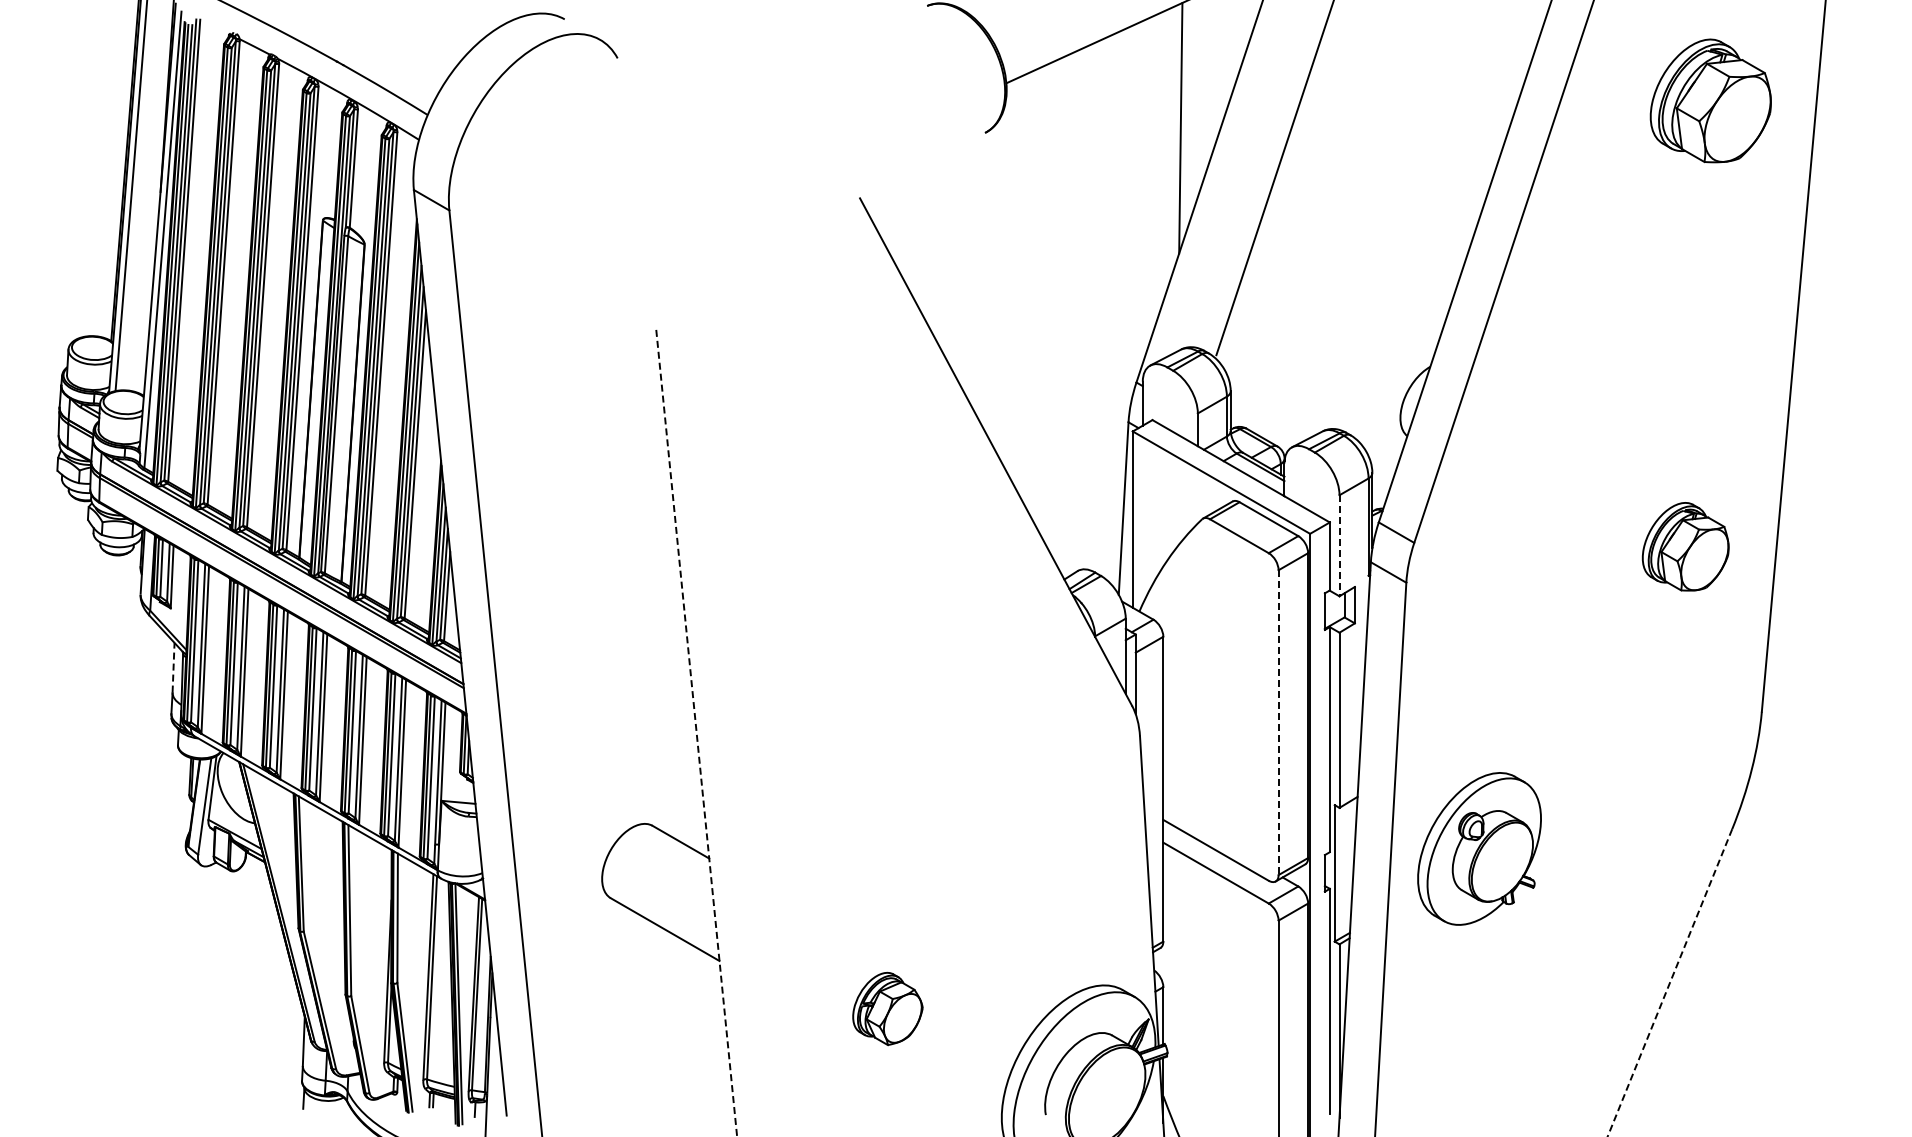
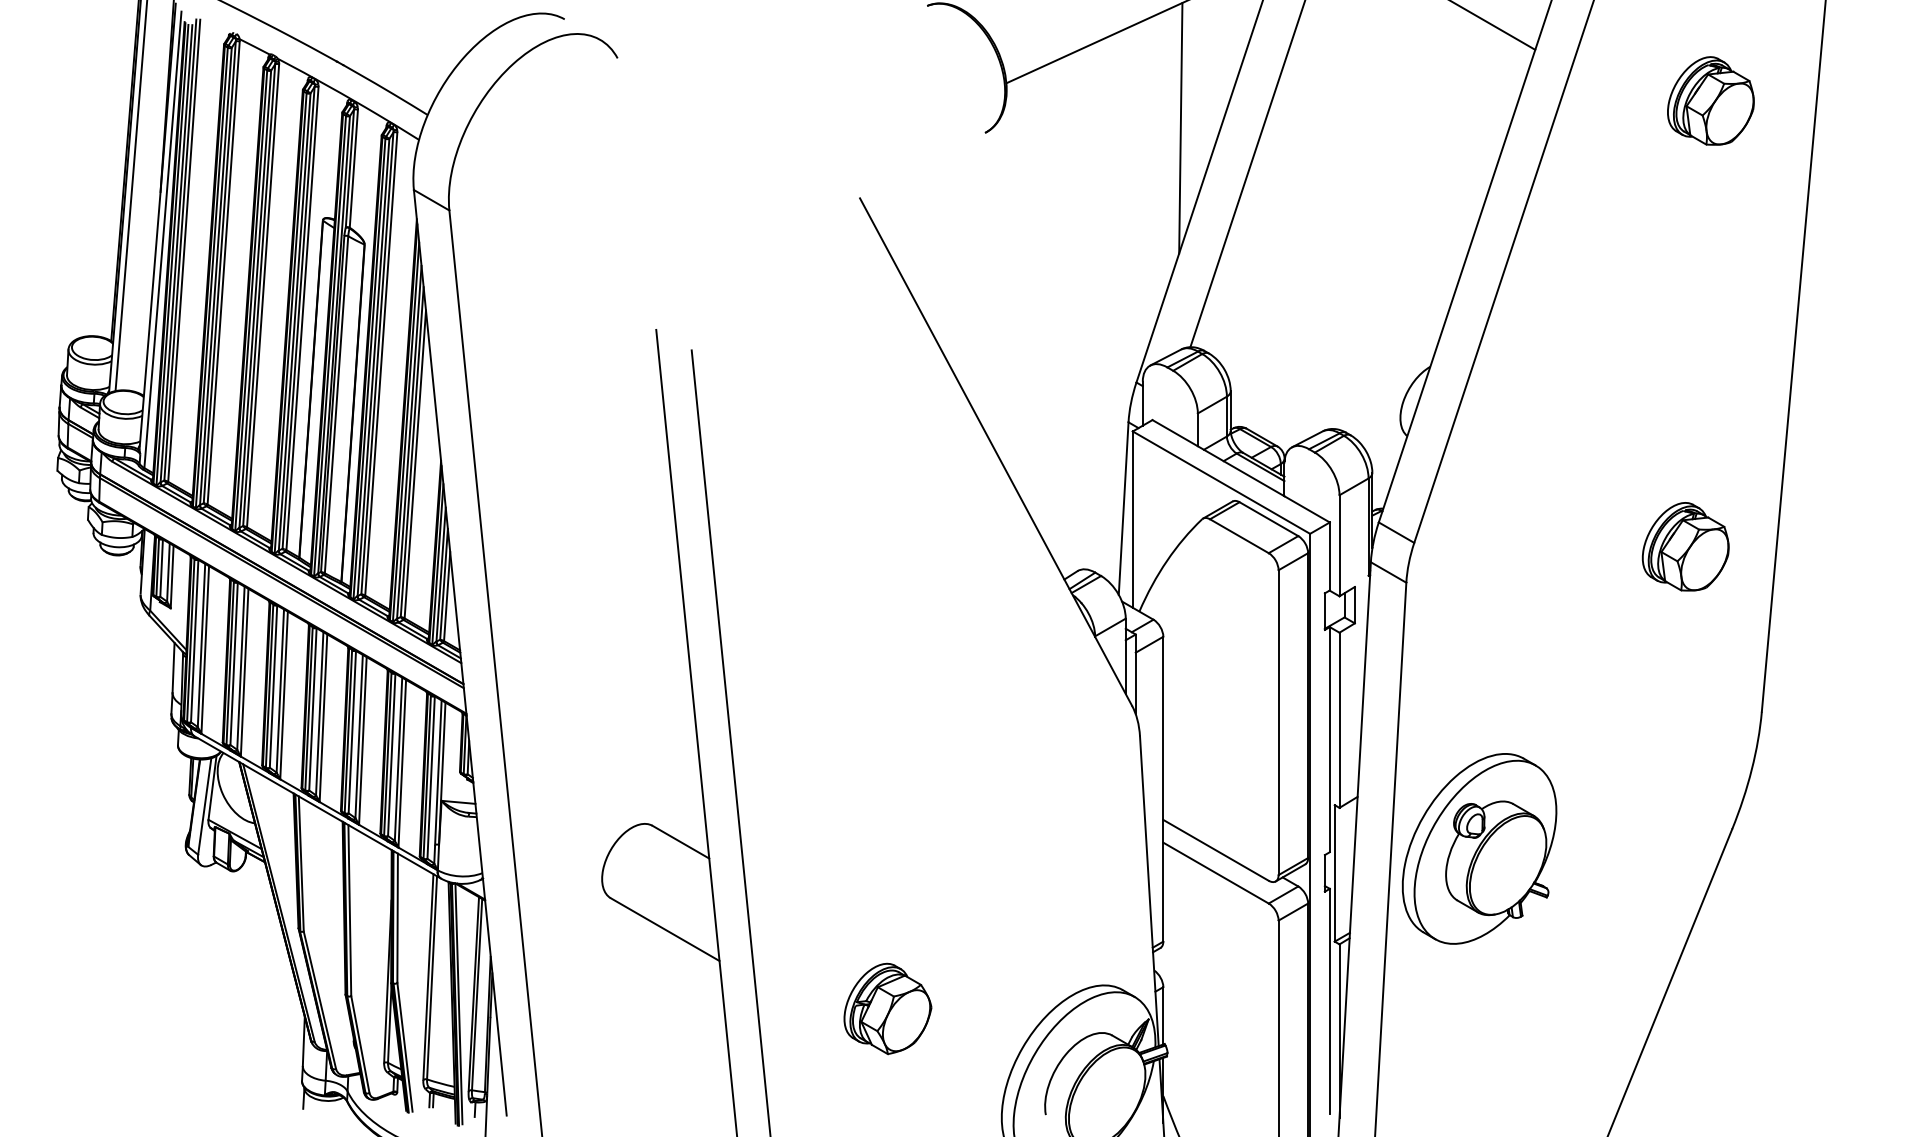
line at (1493, 25): none -> present
part at (1710, 100) size: 123x126 px -> 88x90 px
line at (1274, 178) position: (1274, 178) -> (1247, 174)
line at (1339, 545): dashed -> solid
line at (173, 667): dashed -> solid
line at (1278, 723): dashed -> solid
line at (696, 733): dashed -> solid
line at (730, 741): none -> present
part at (1479, 848) size: 125x154 px -> 157x192 px
line at (1669, 983): dashed -> solid
part at (887, 1008) size: 72x76 px -> 90x94 px
